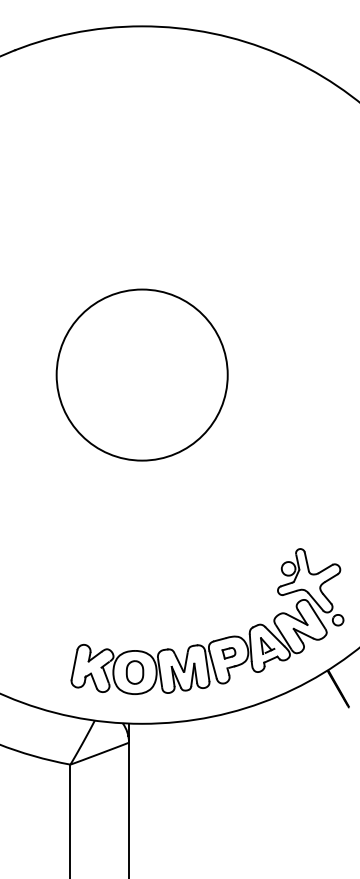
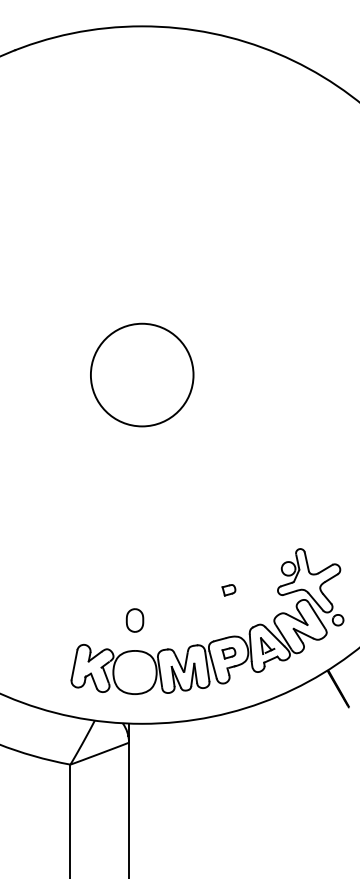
circle at (141, 374) diameter: 171 px -> 103 px
part at (228, 590): none -> present
part at (134, 672) position: (134, 672) -> (134, 620)
